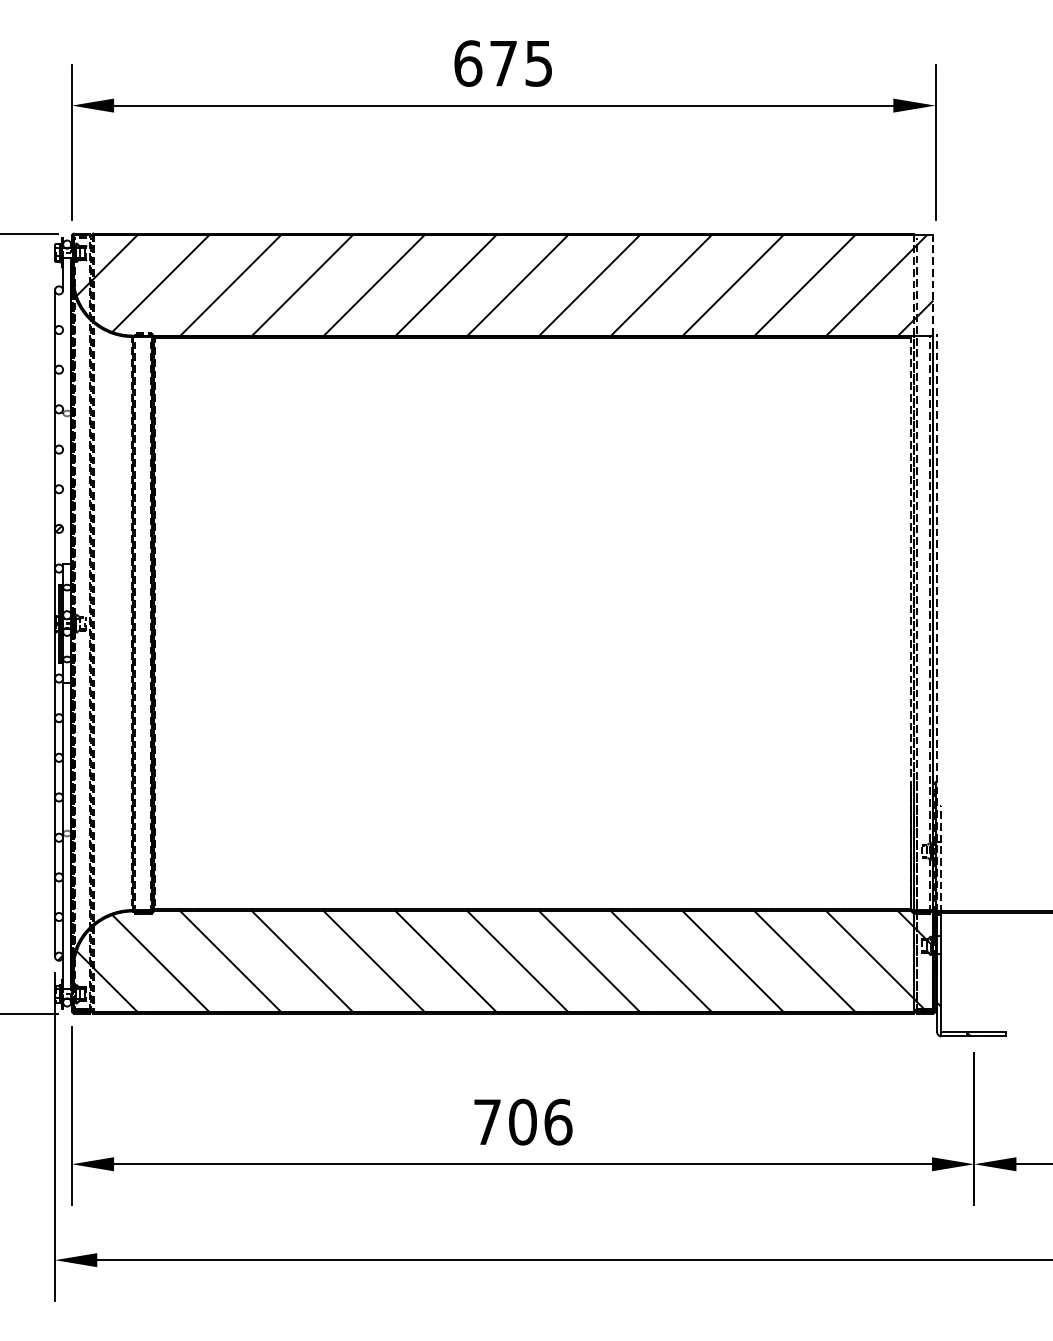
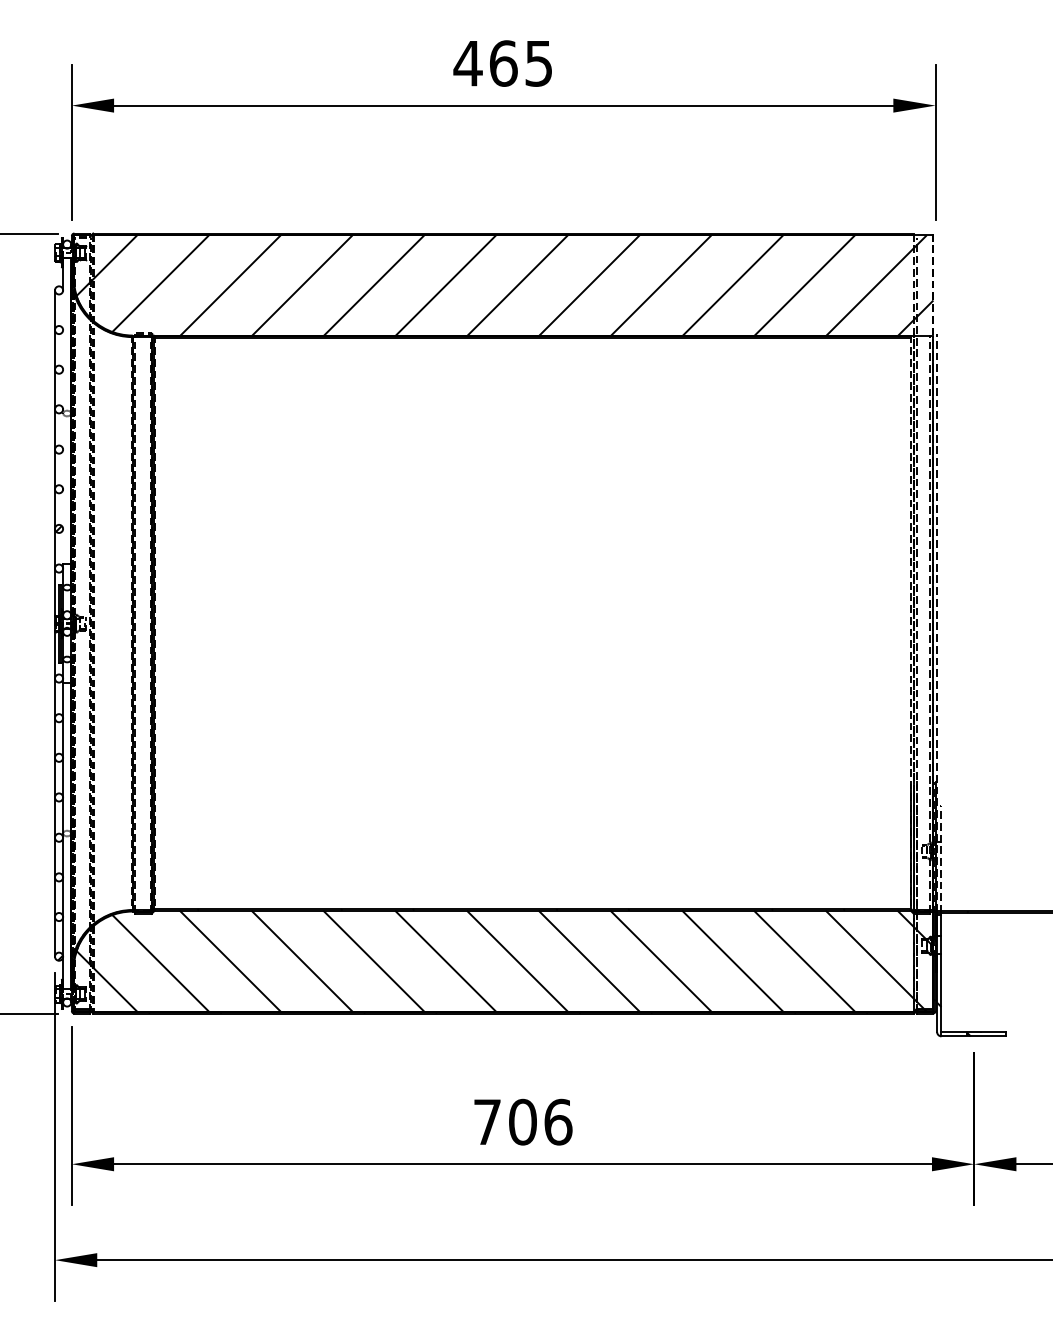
text at (485, 63): 675 -> 465
